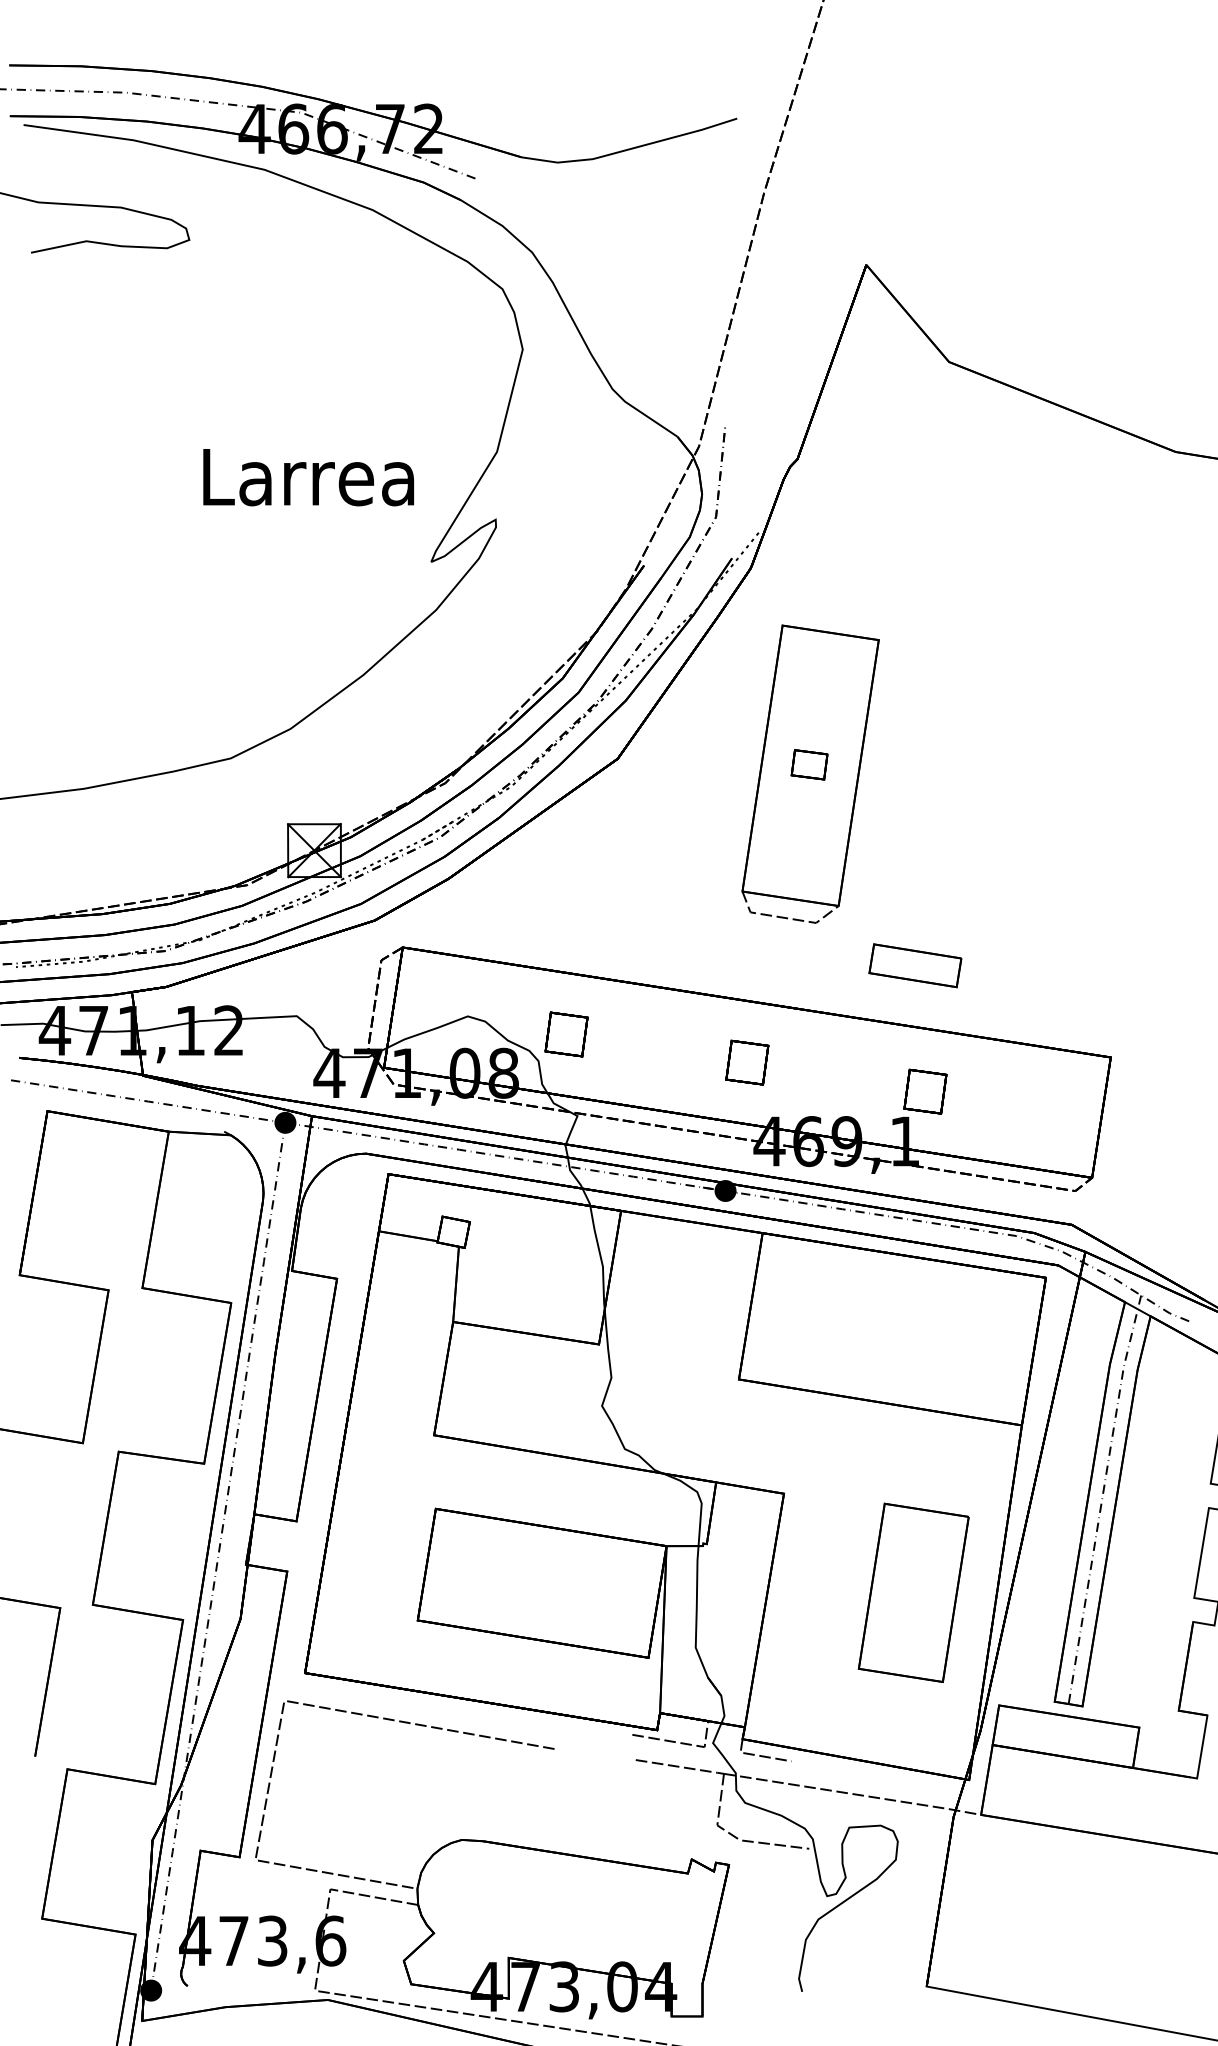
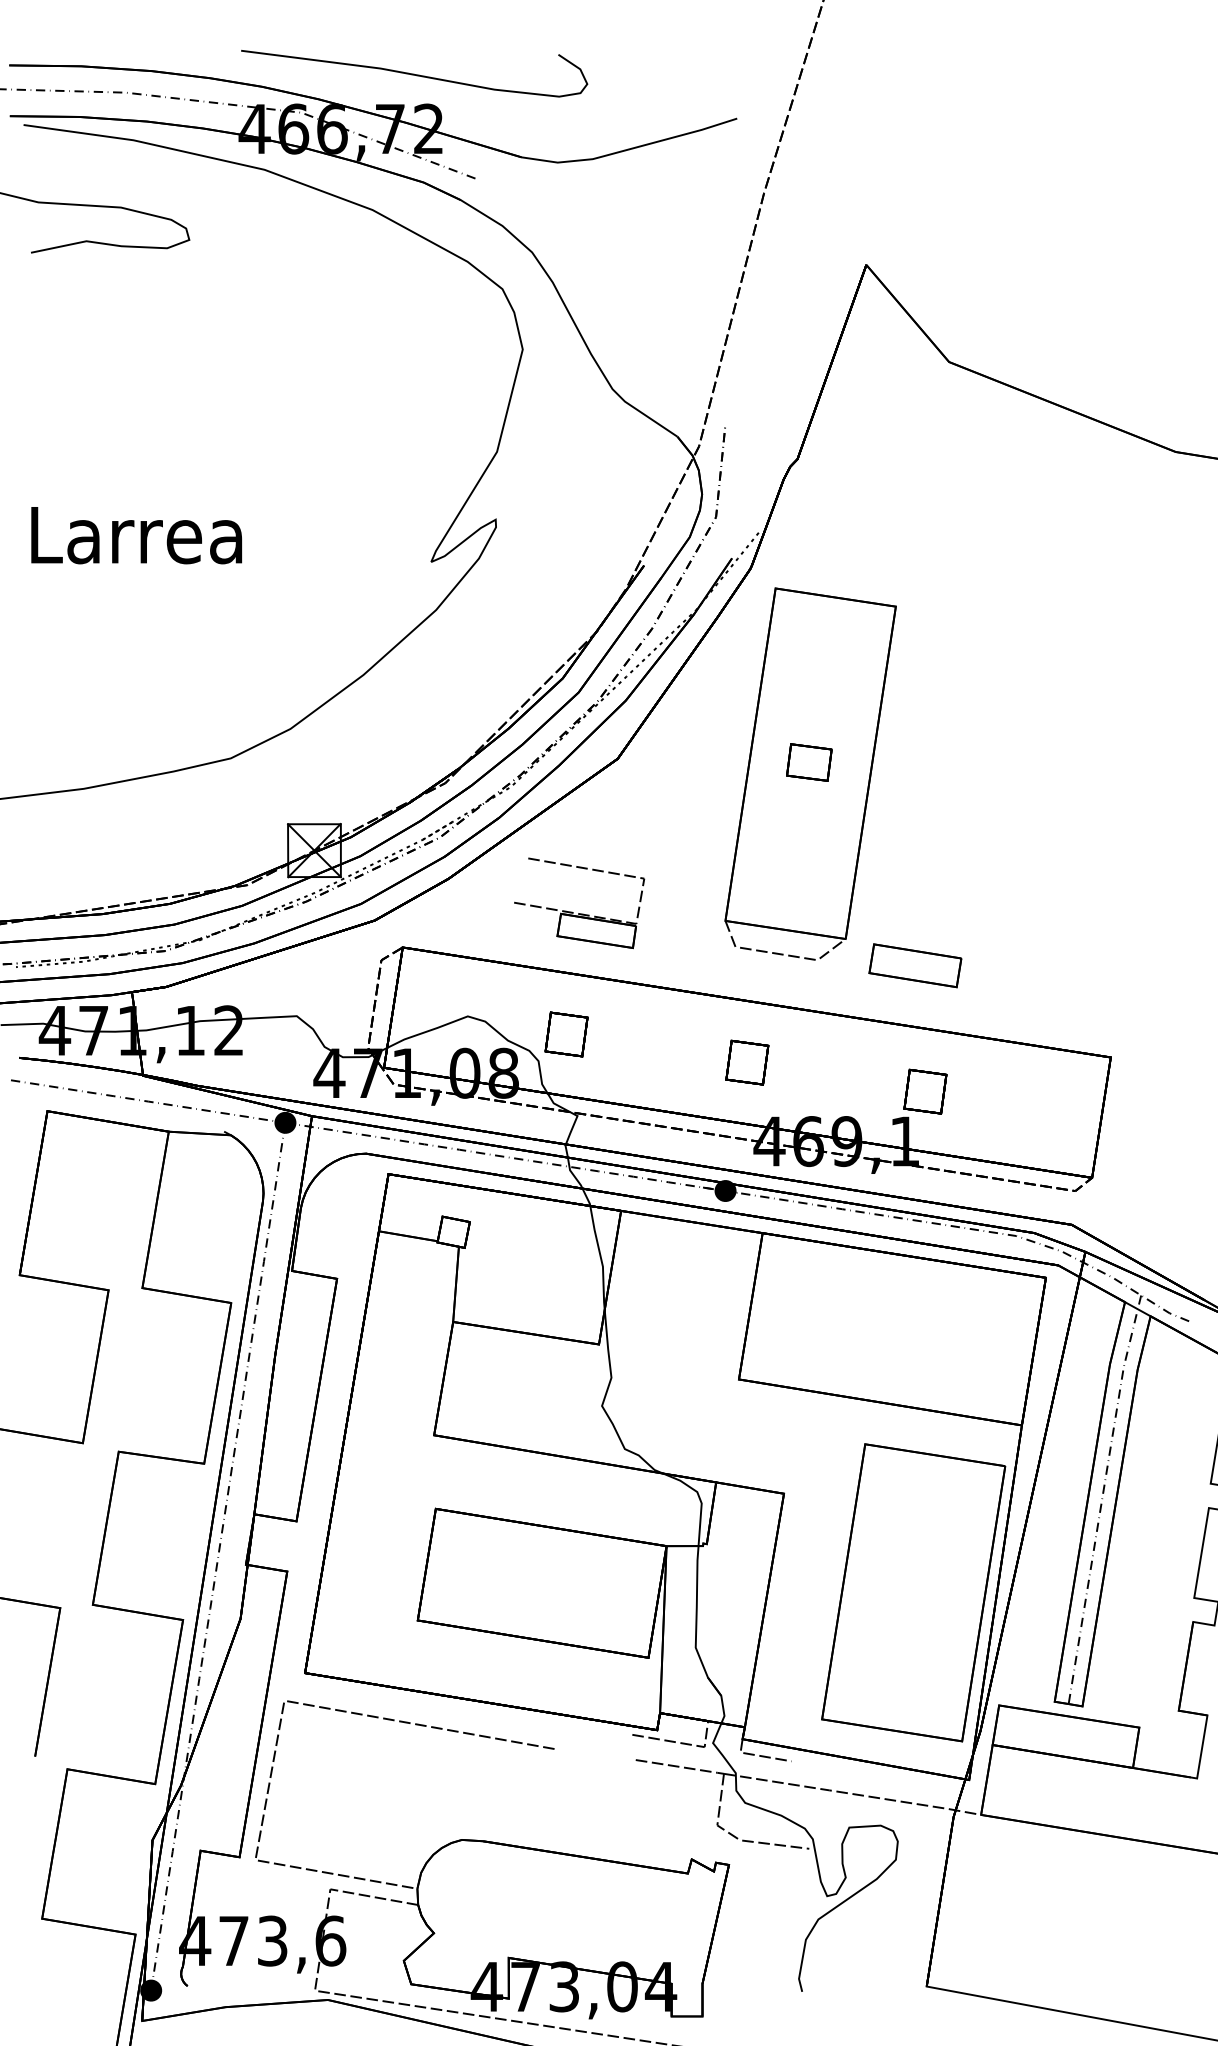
curve at (414, 73): none -> present
text at (308, 477) position: (308, 477) -> (136, 535)
part at (810, 773) size: 139x300 px -> 173x374 px
part at (579, 913): none -> present
part at (913, 1592) size: 113x181 px -> 186x300 px
